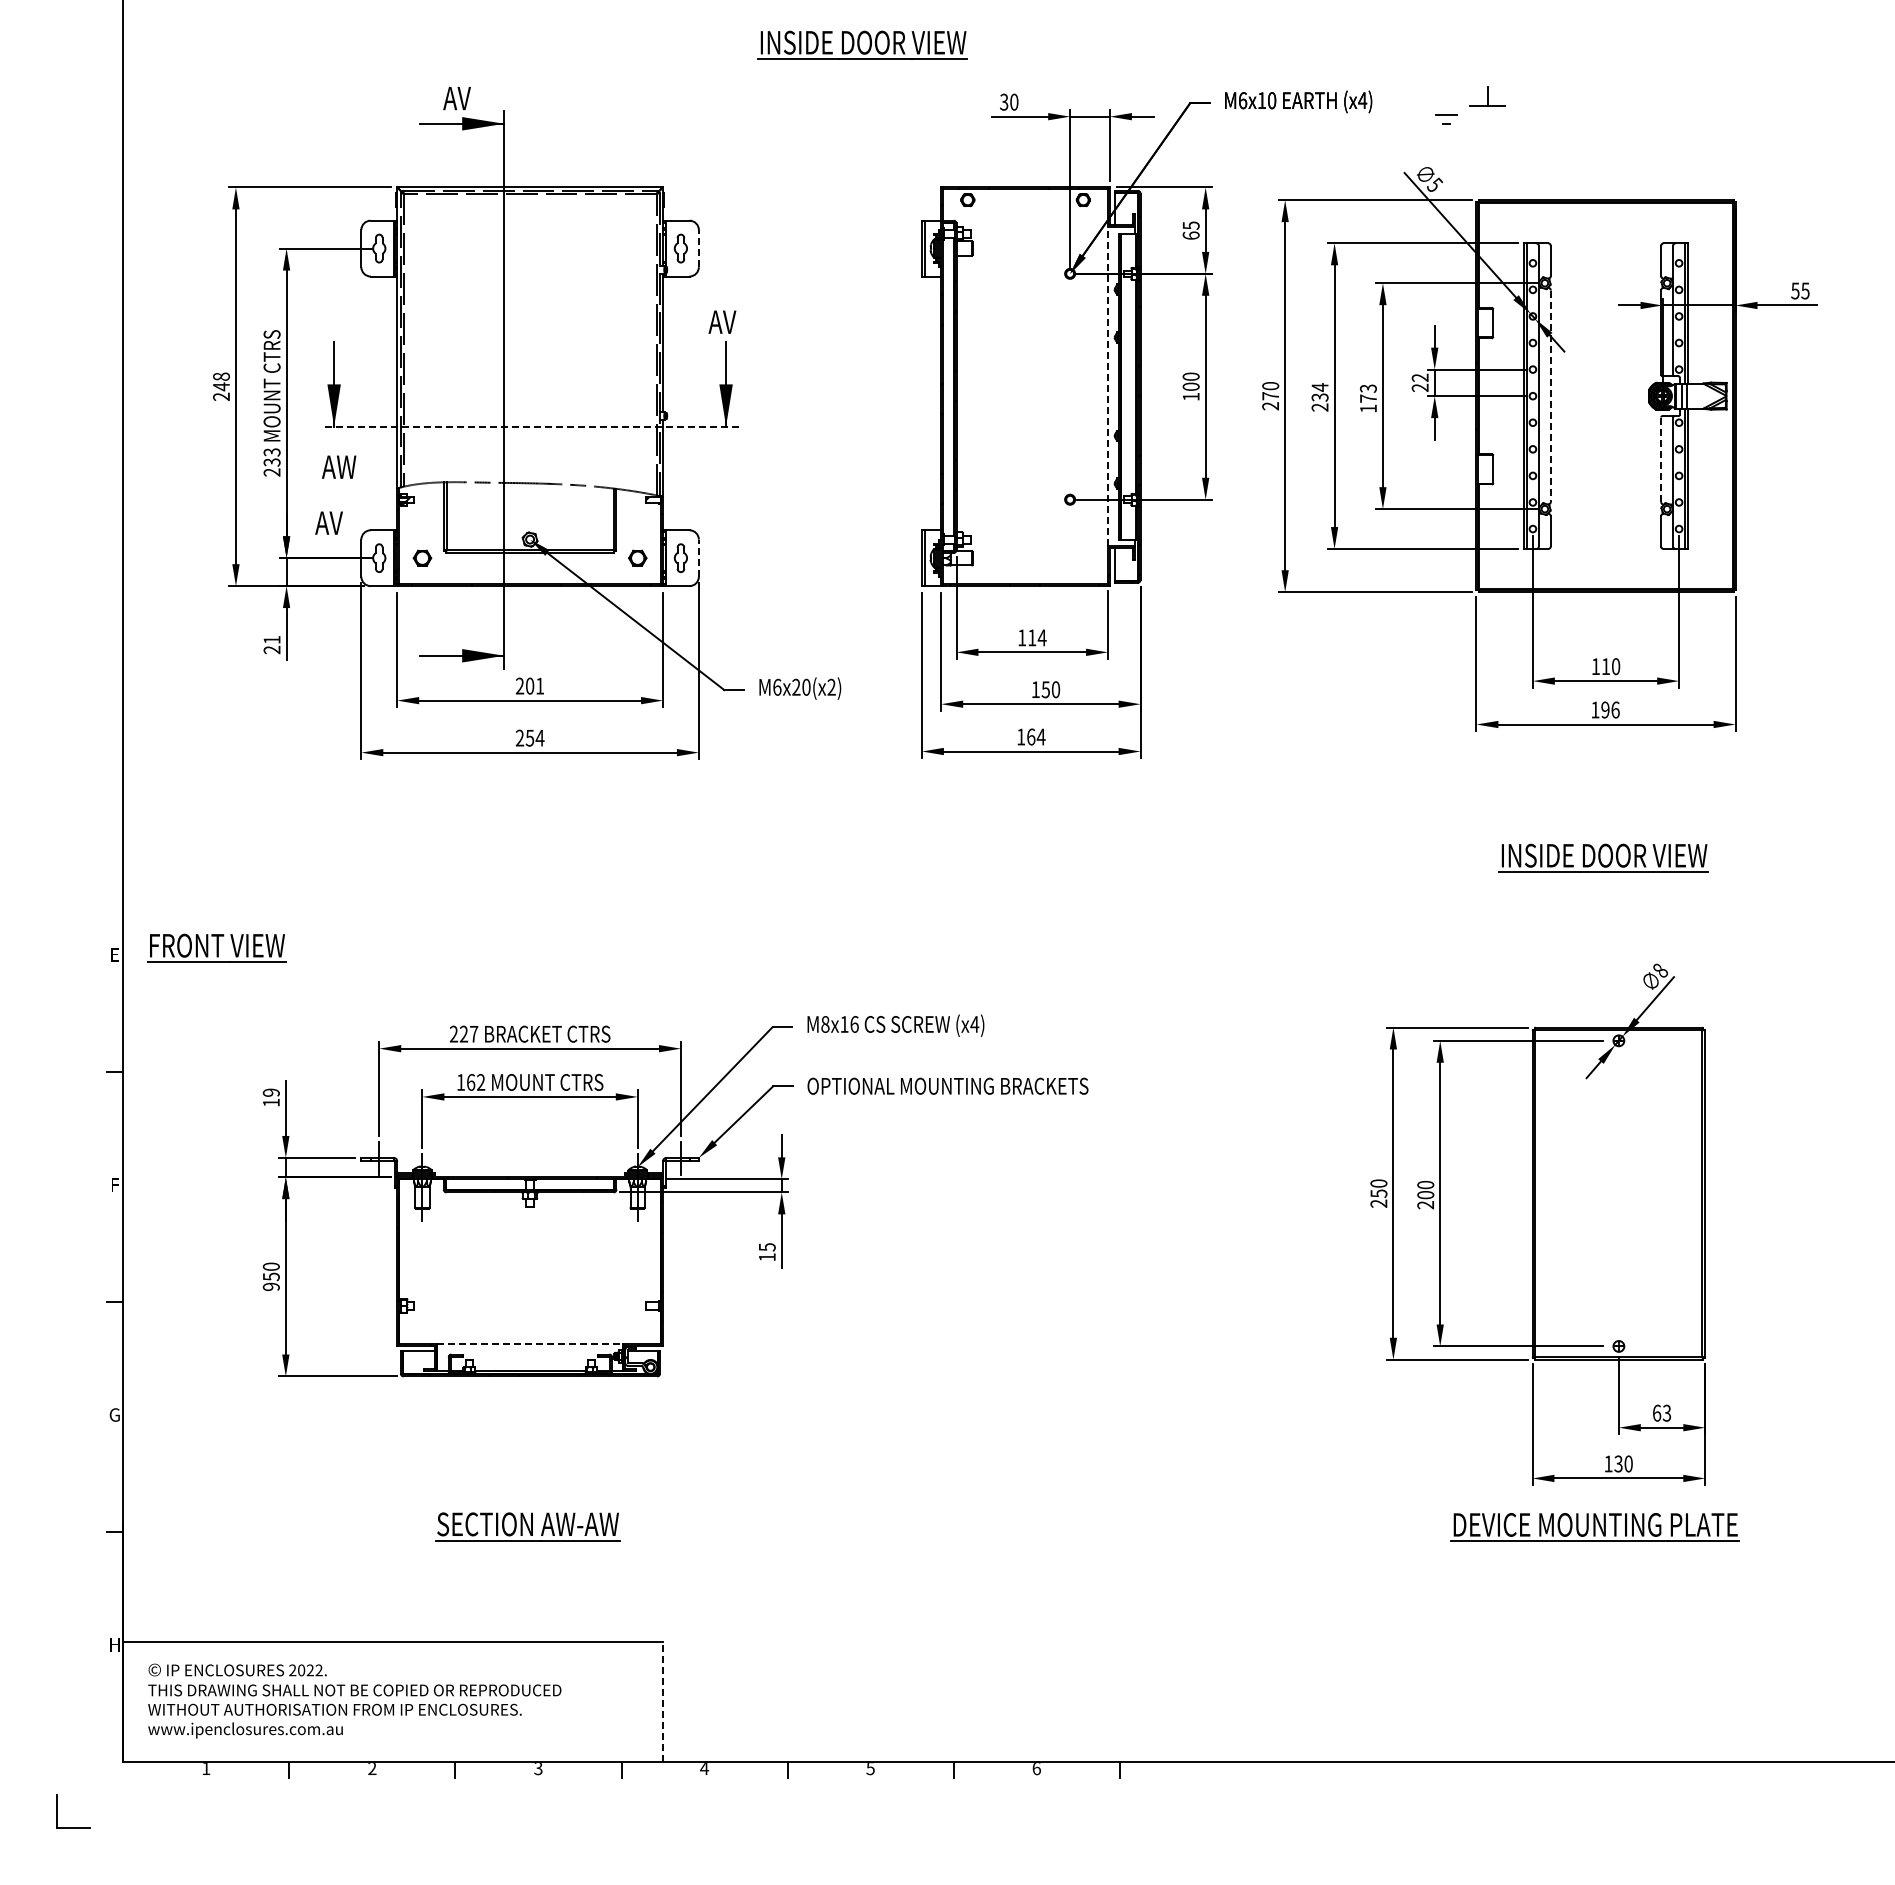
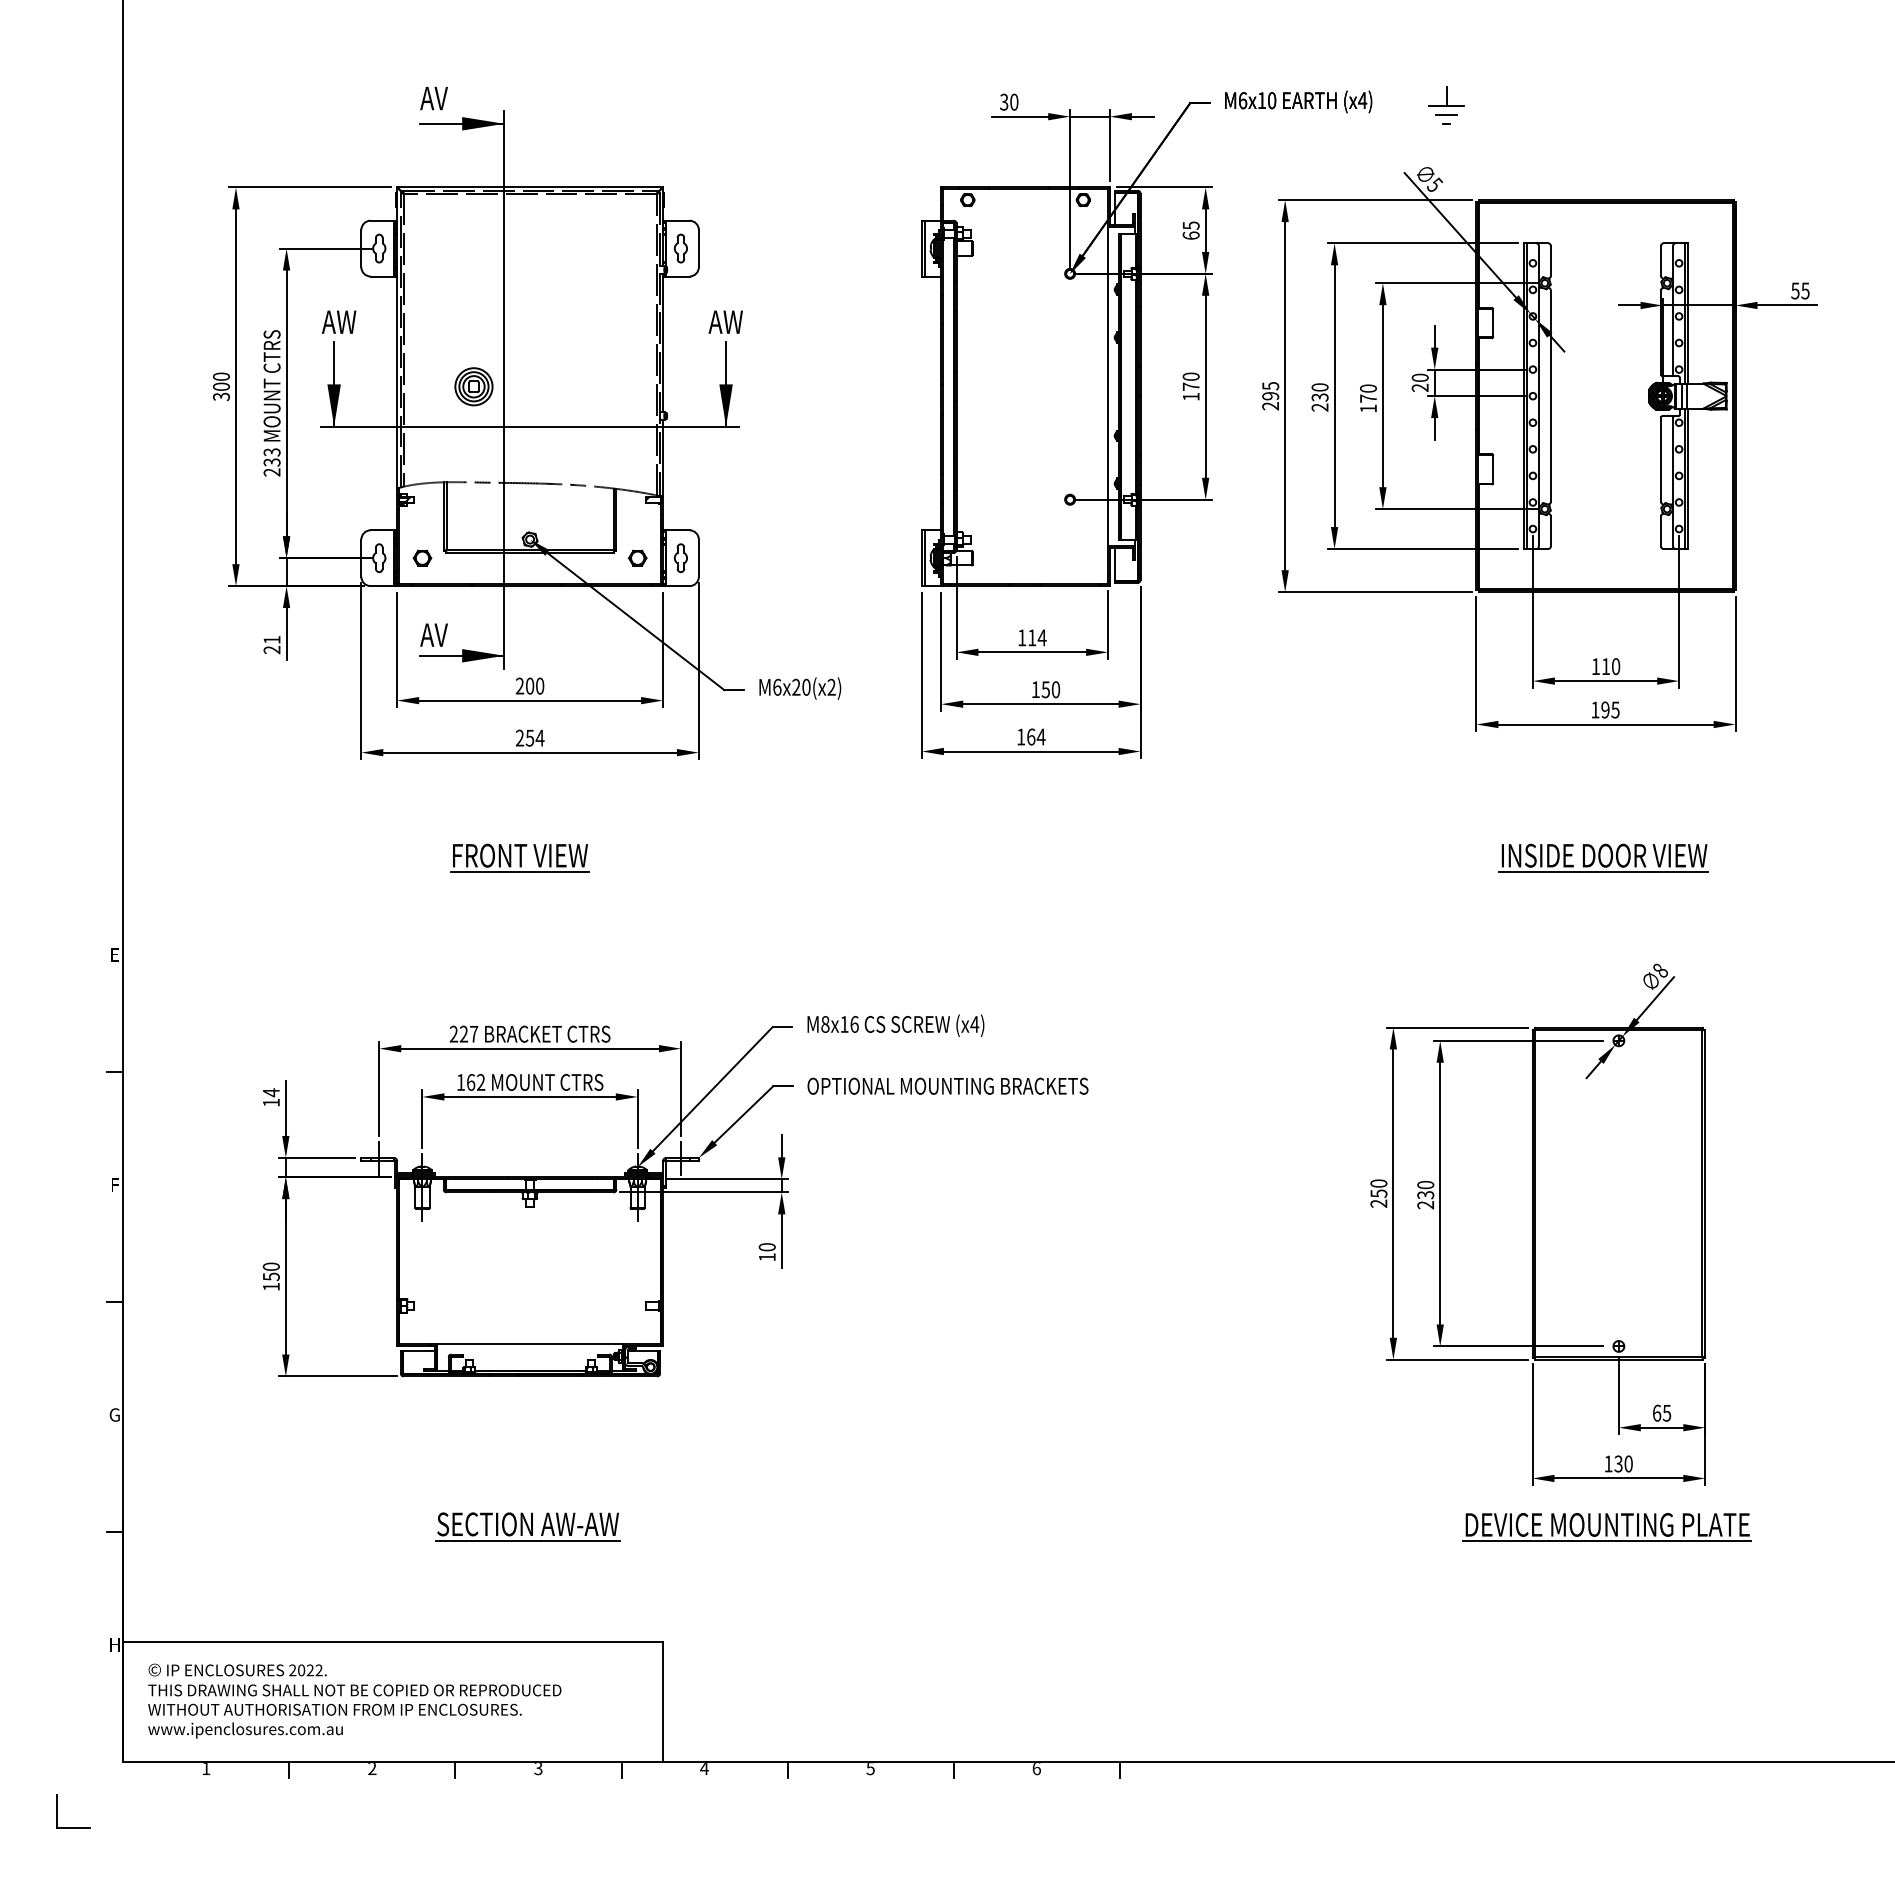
part at (862, 44): present -> none
part at (1487, 96) position: (1487, 96) -> (1446, 96)
text at (456, 98) position: (456, 98) -> (433, 98)
line at (698, 248): dashed -> solid
text at (732, 321): AV -> AW
text at (1419, 377): 22 -> 20
text at (221, 386): 248 -> 300
part at (473, 386): none -> present
line at (1108, 386): dashed -> solid
text at (1190, 386): 100 -> 170
text at (1319, 387): 234 -> 230
text at (1368, 388): 173 -> 170
text at (1270, 391): 270 -> 295
line at (1550, 396): dashed -> solid
line at (529, 426): dashed -> solid
line at (1661, 459): dashed -> solid
text at (339, 466) position: (339, 466) -> (339, 321)
text at (328, 522) position: (328, 522) -> (433, 634)
line at (698, 558): dashed -> solid
text at (540, 685): 201 -> 200
text at (1615, 709): 196 -> 195
part at (216, 947) position: (216, 947) -> (519, 857)
text at (270, 1092): 19 -> 14
text at (1425, 1195): 200 -> 230
text at (766, 1247): 15 -> 10
text at (270, 1286): 950 -> 150
line at (530, 1343): dashed -> solid
text at (1667, 1412): 63 -> 65
part at (1594, 1527) position: (1594, 1527) -> (1606, 1527)
line at (663, 1702): dashed -> solid
